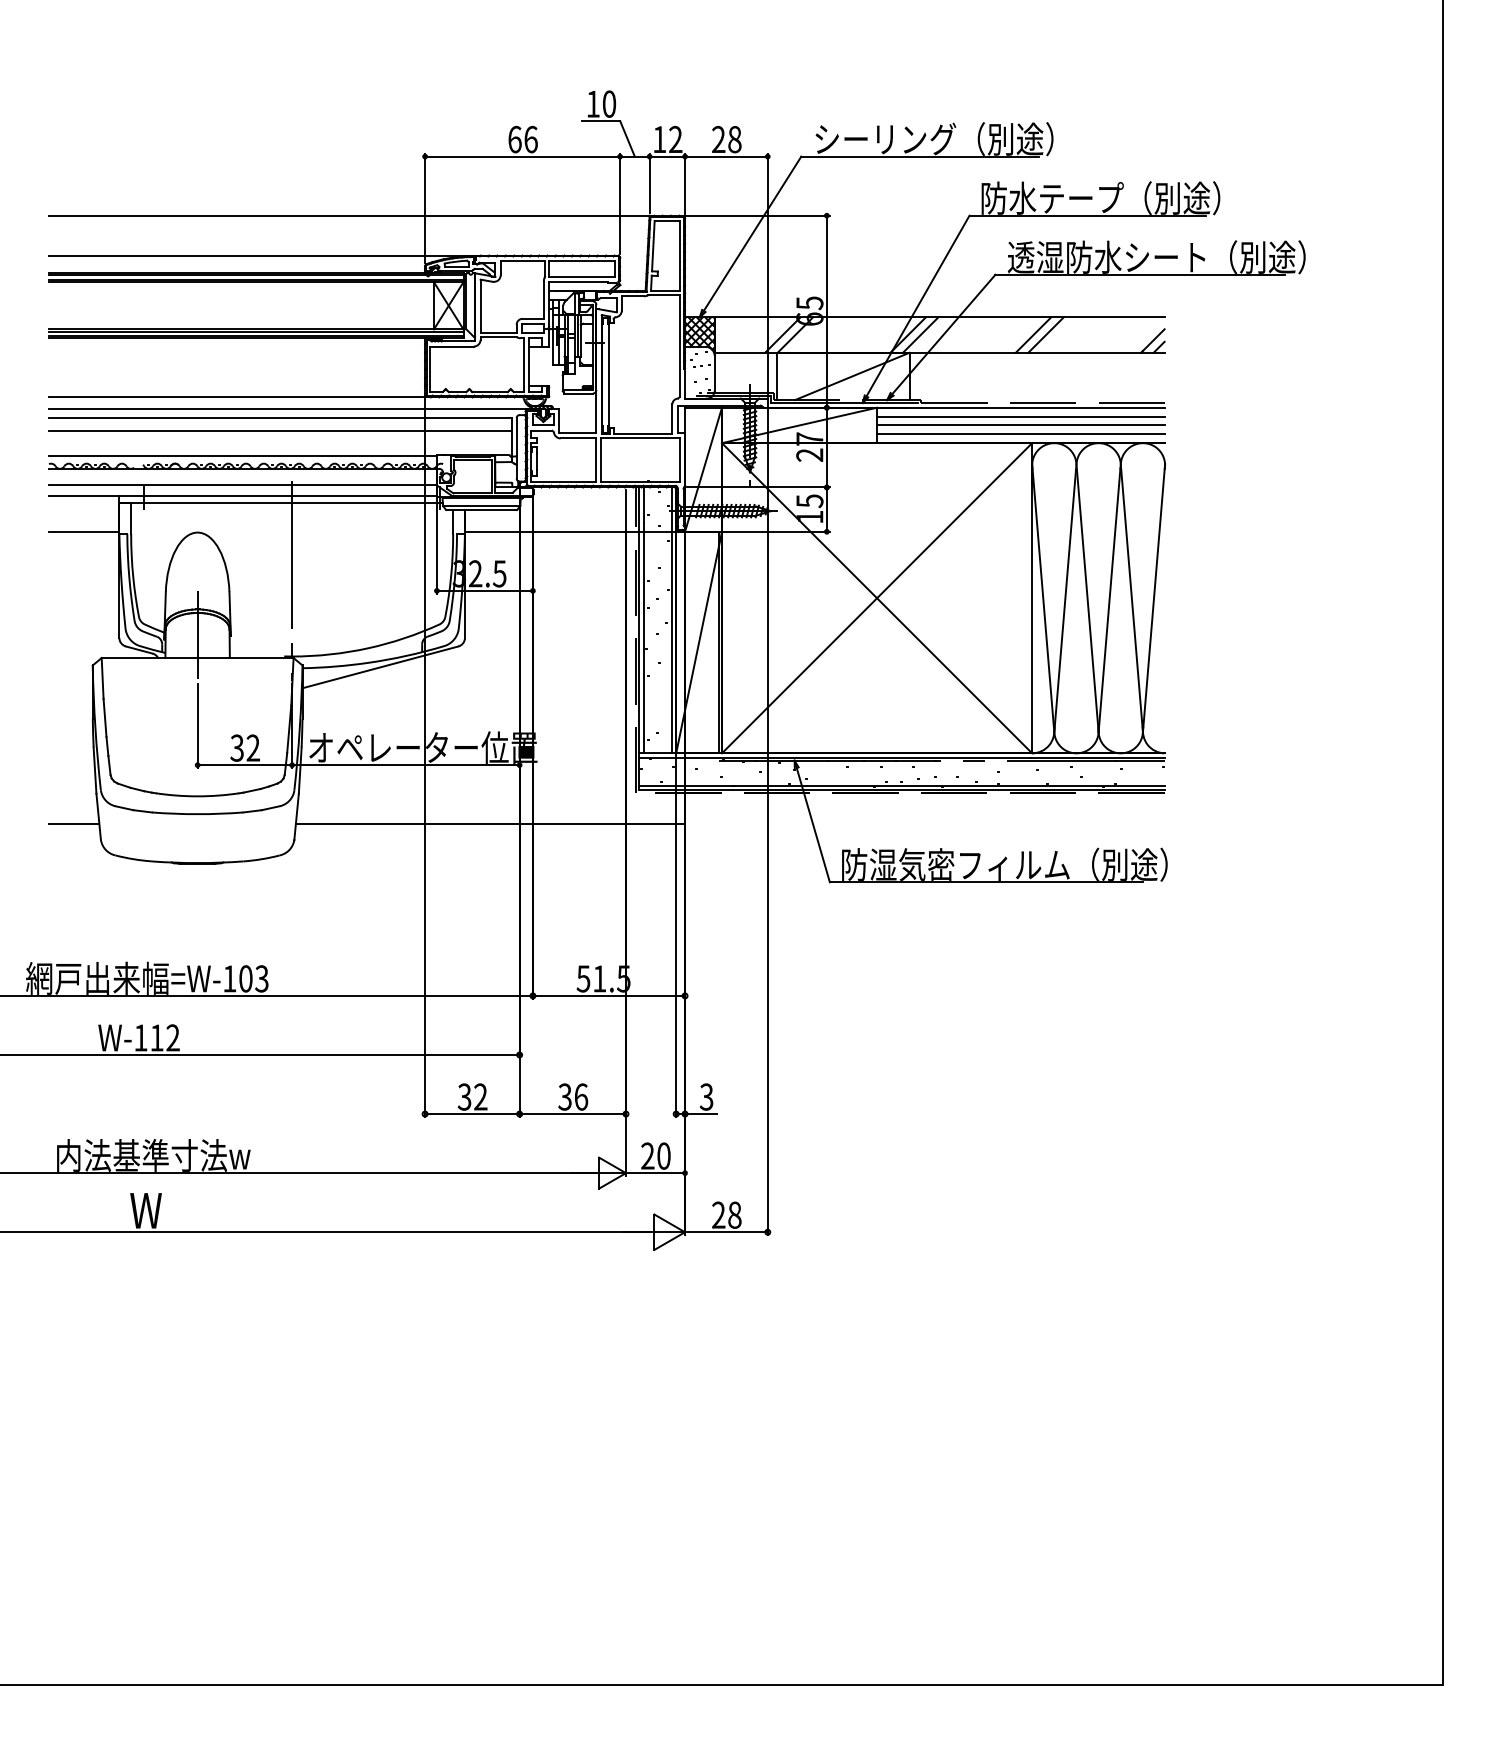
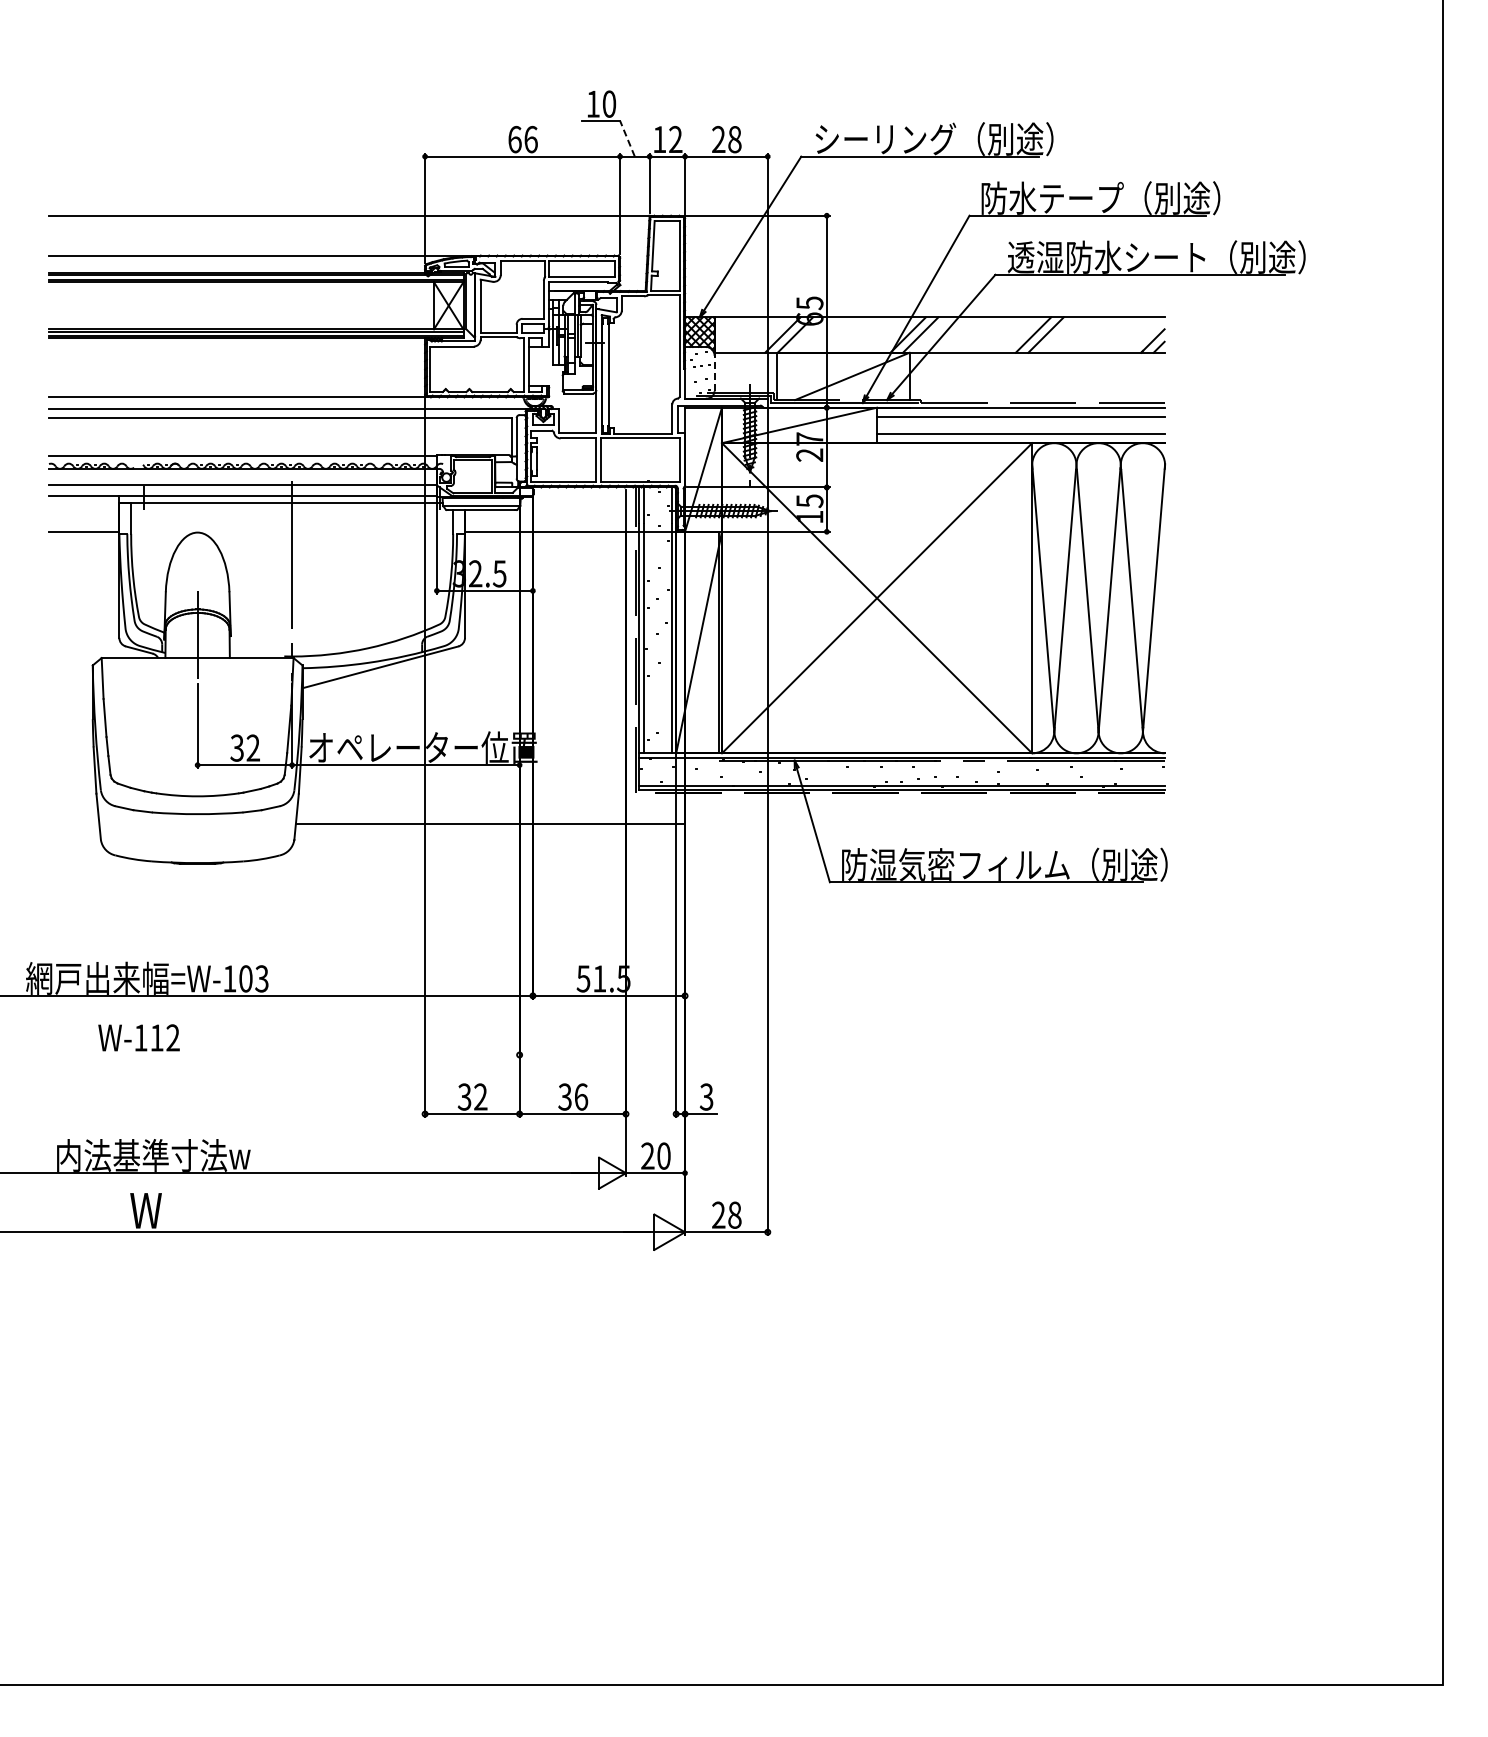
line at (627, 138): solid -> dashed
line at (714, 373): solid -> dashed
line at (1020, 425): present -> none
line at (280, 431): present -> none
line at (74, 824): present -> none
line at (260, 1054): present -> none
